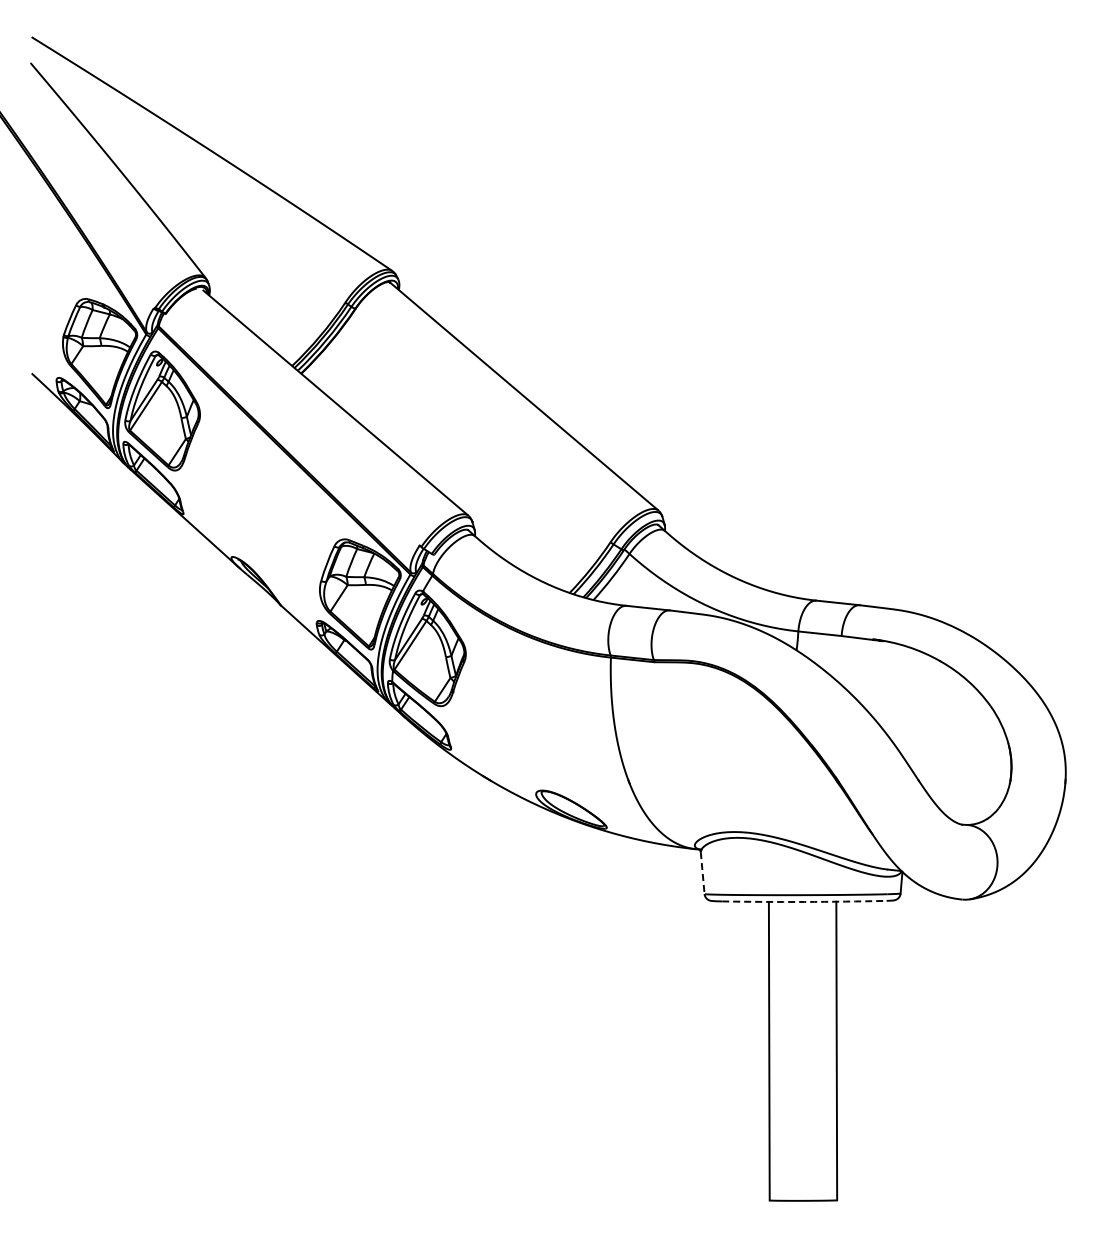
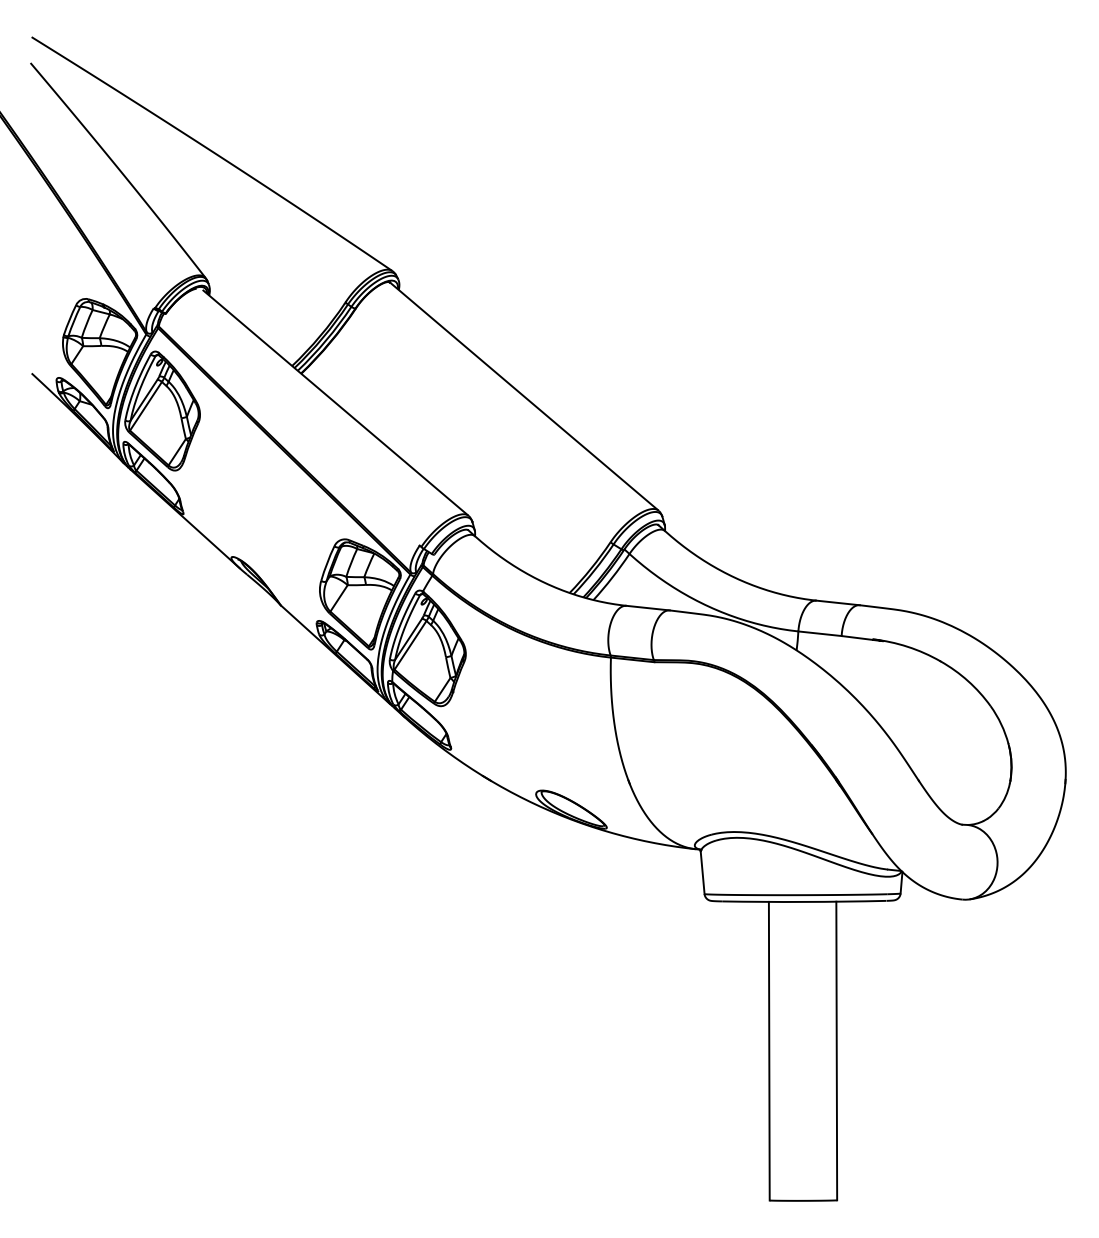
line at (702, 873): dashed -> solid
arc at (804, 901): dashed -> solid
